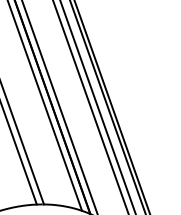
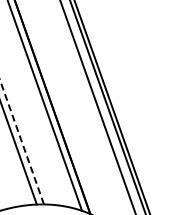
line at (59, 106): present -> none
line at (90, 106): present -> none
line at (22, 142): solid -> dashed
